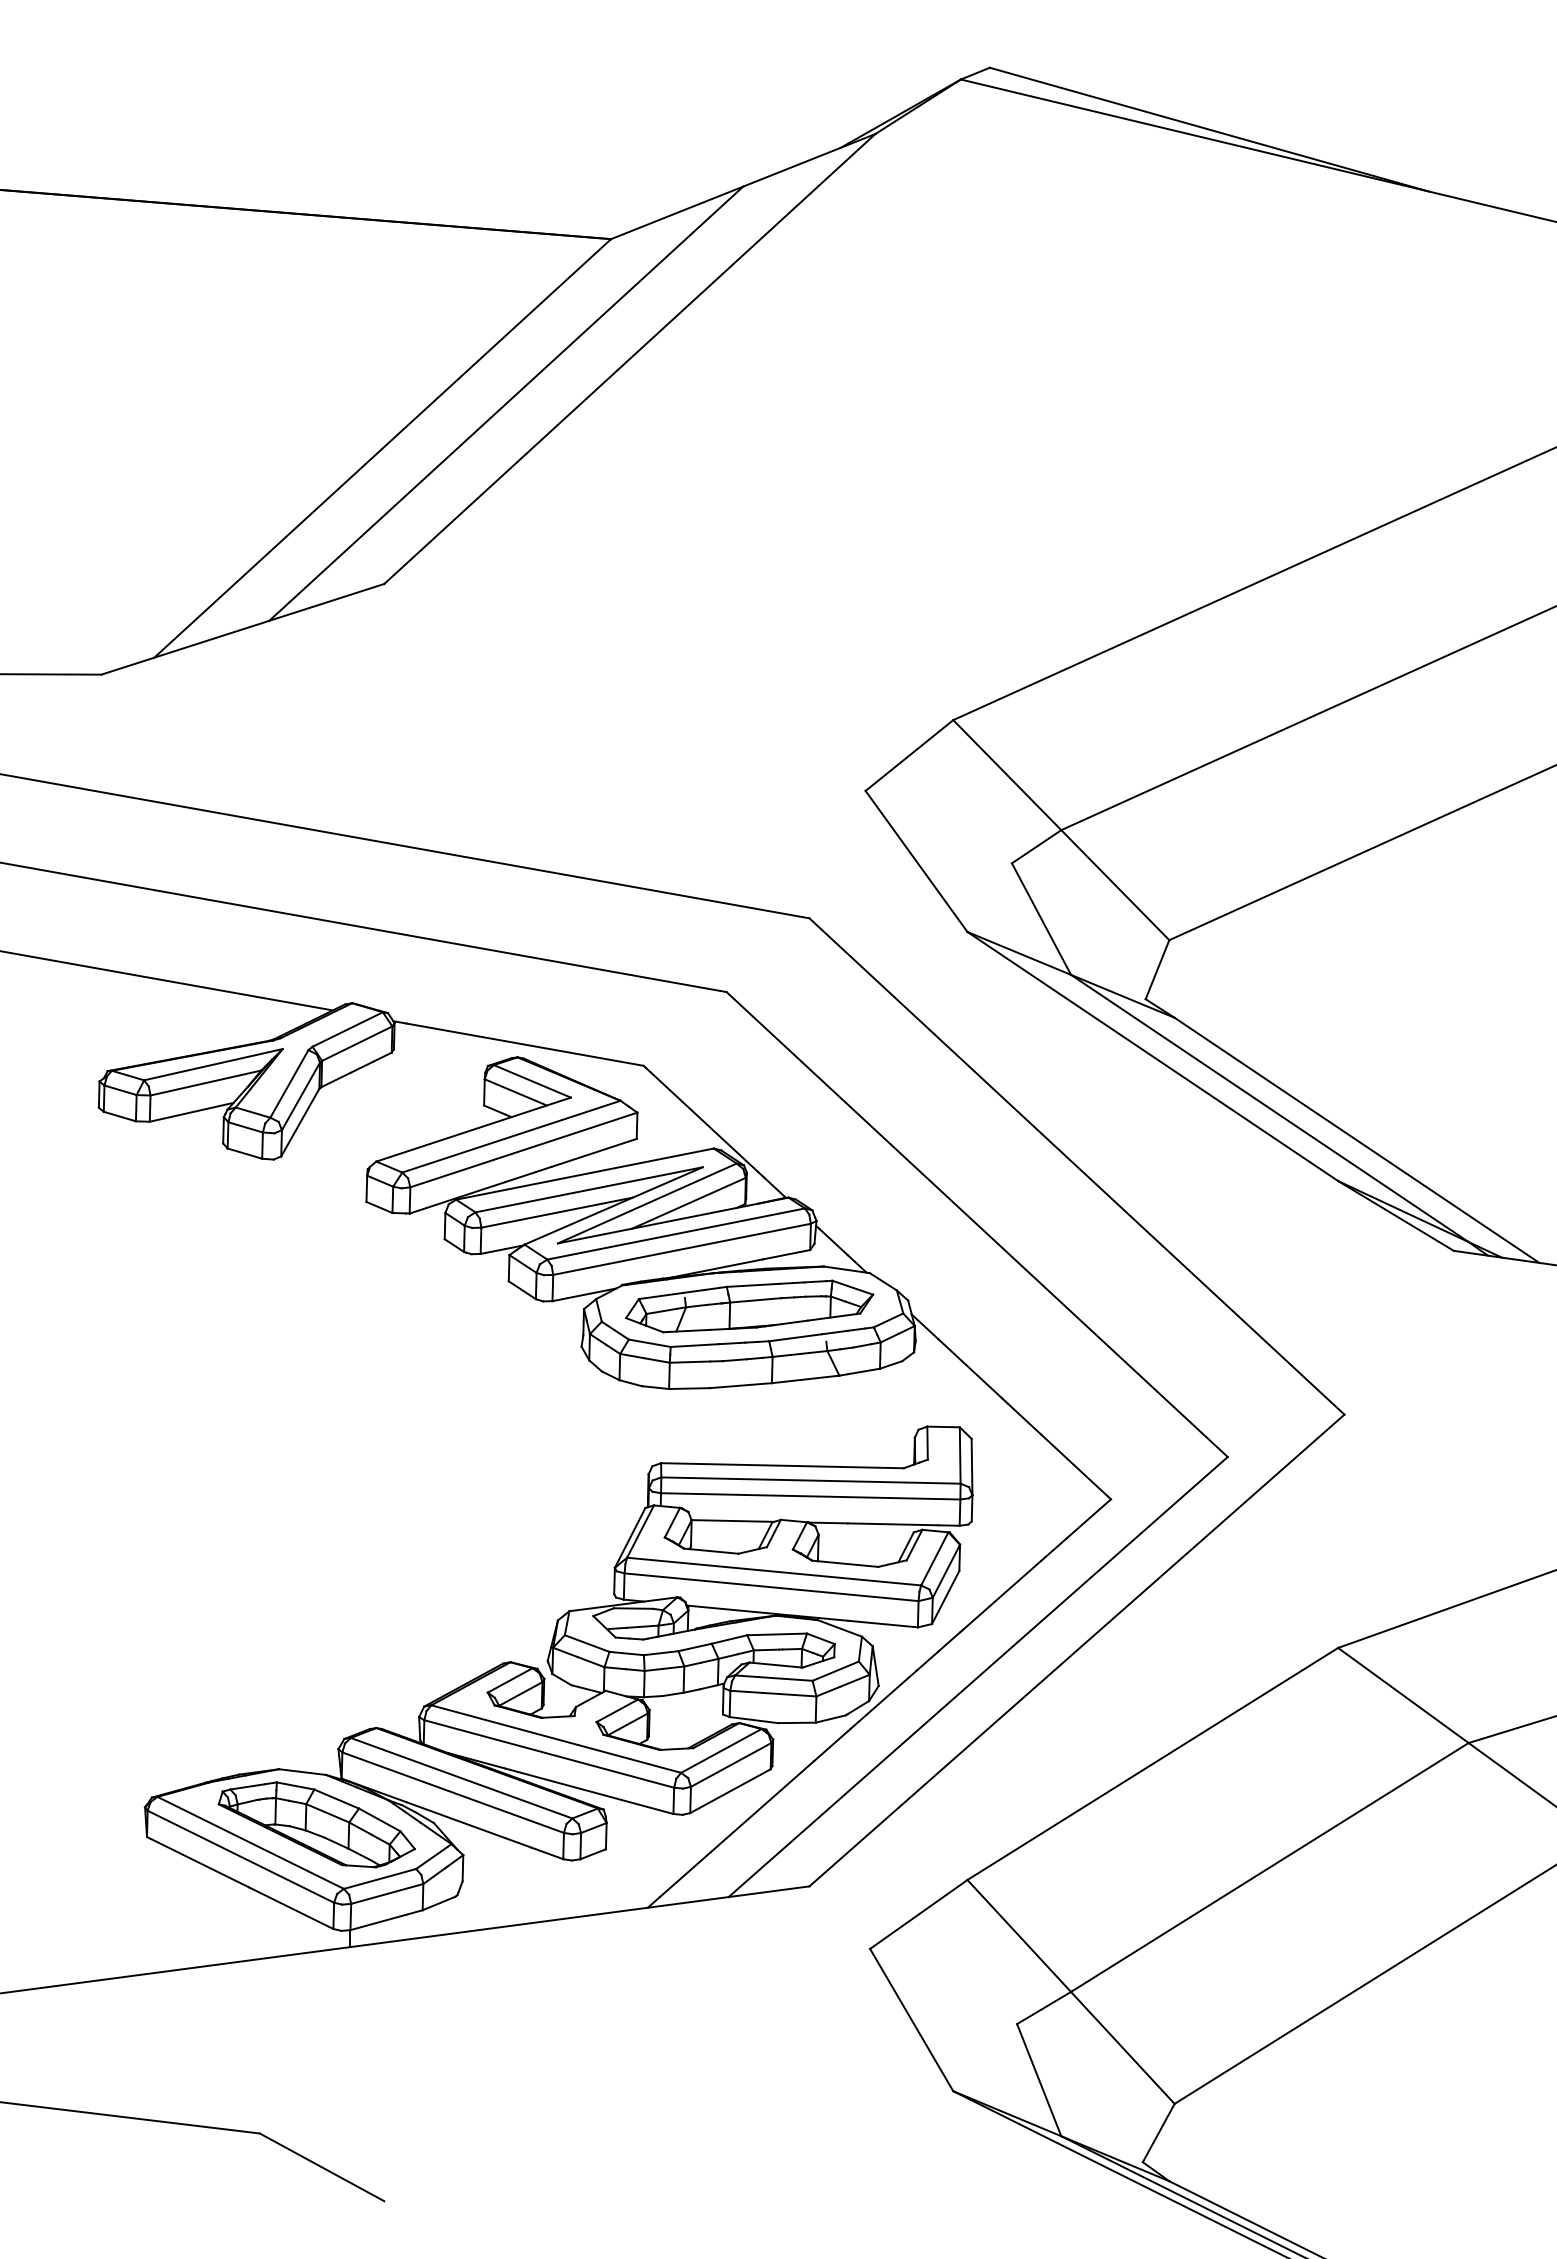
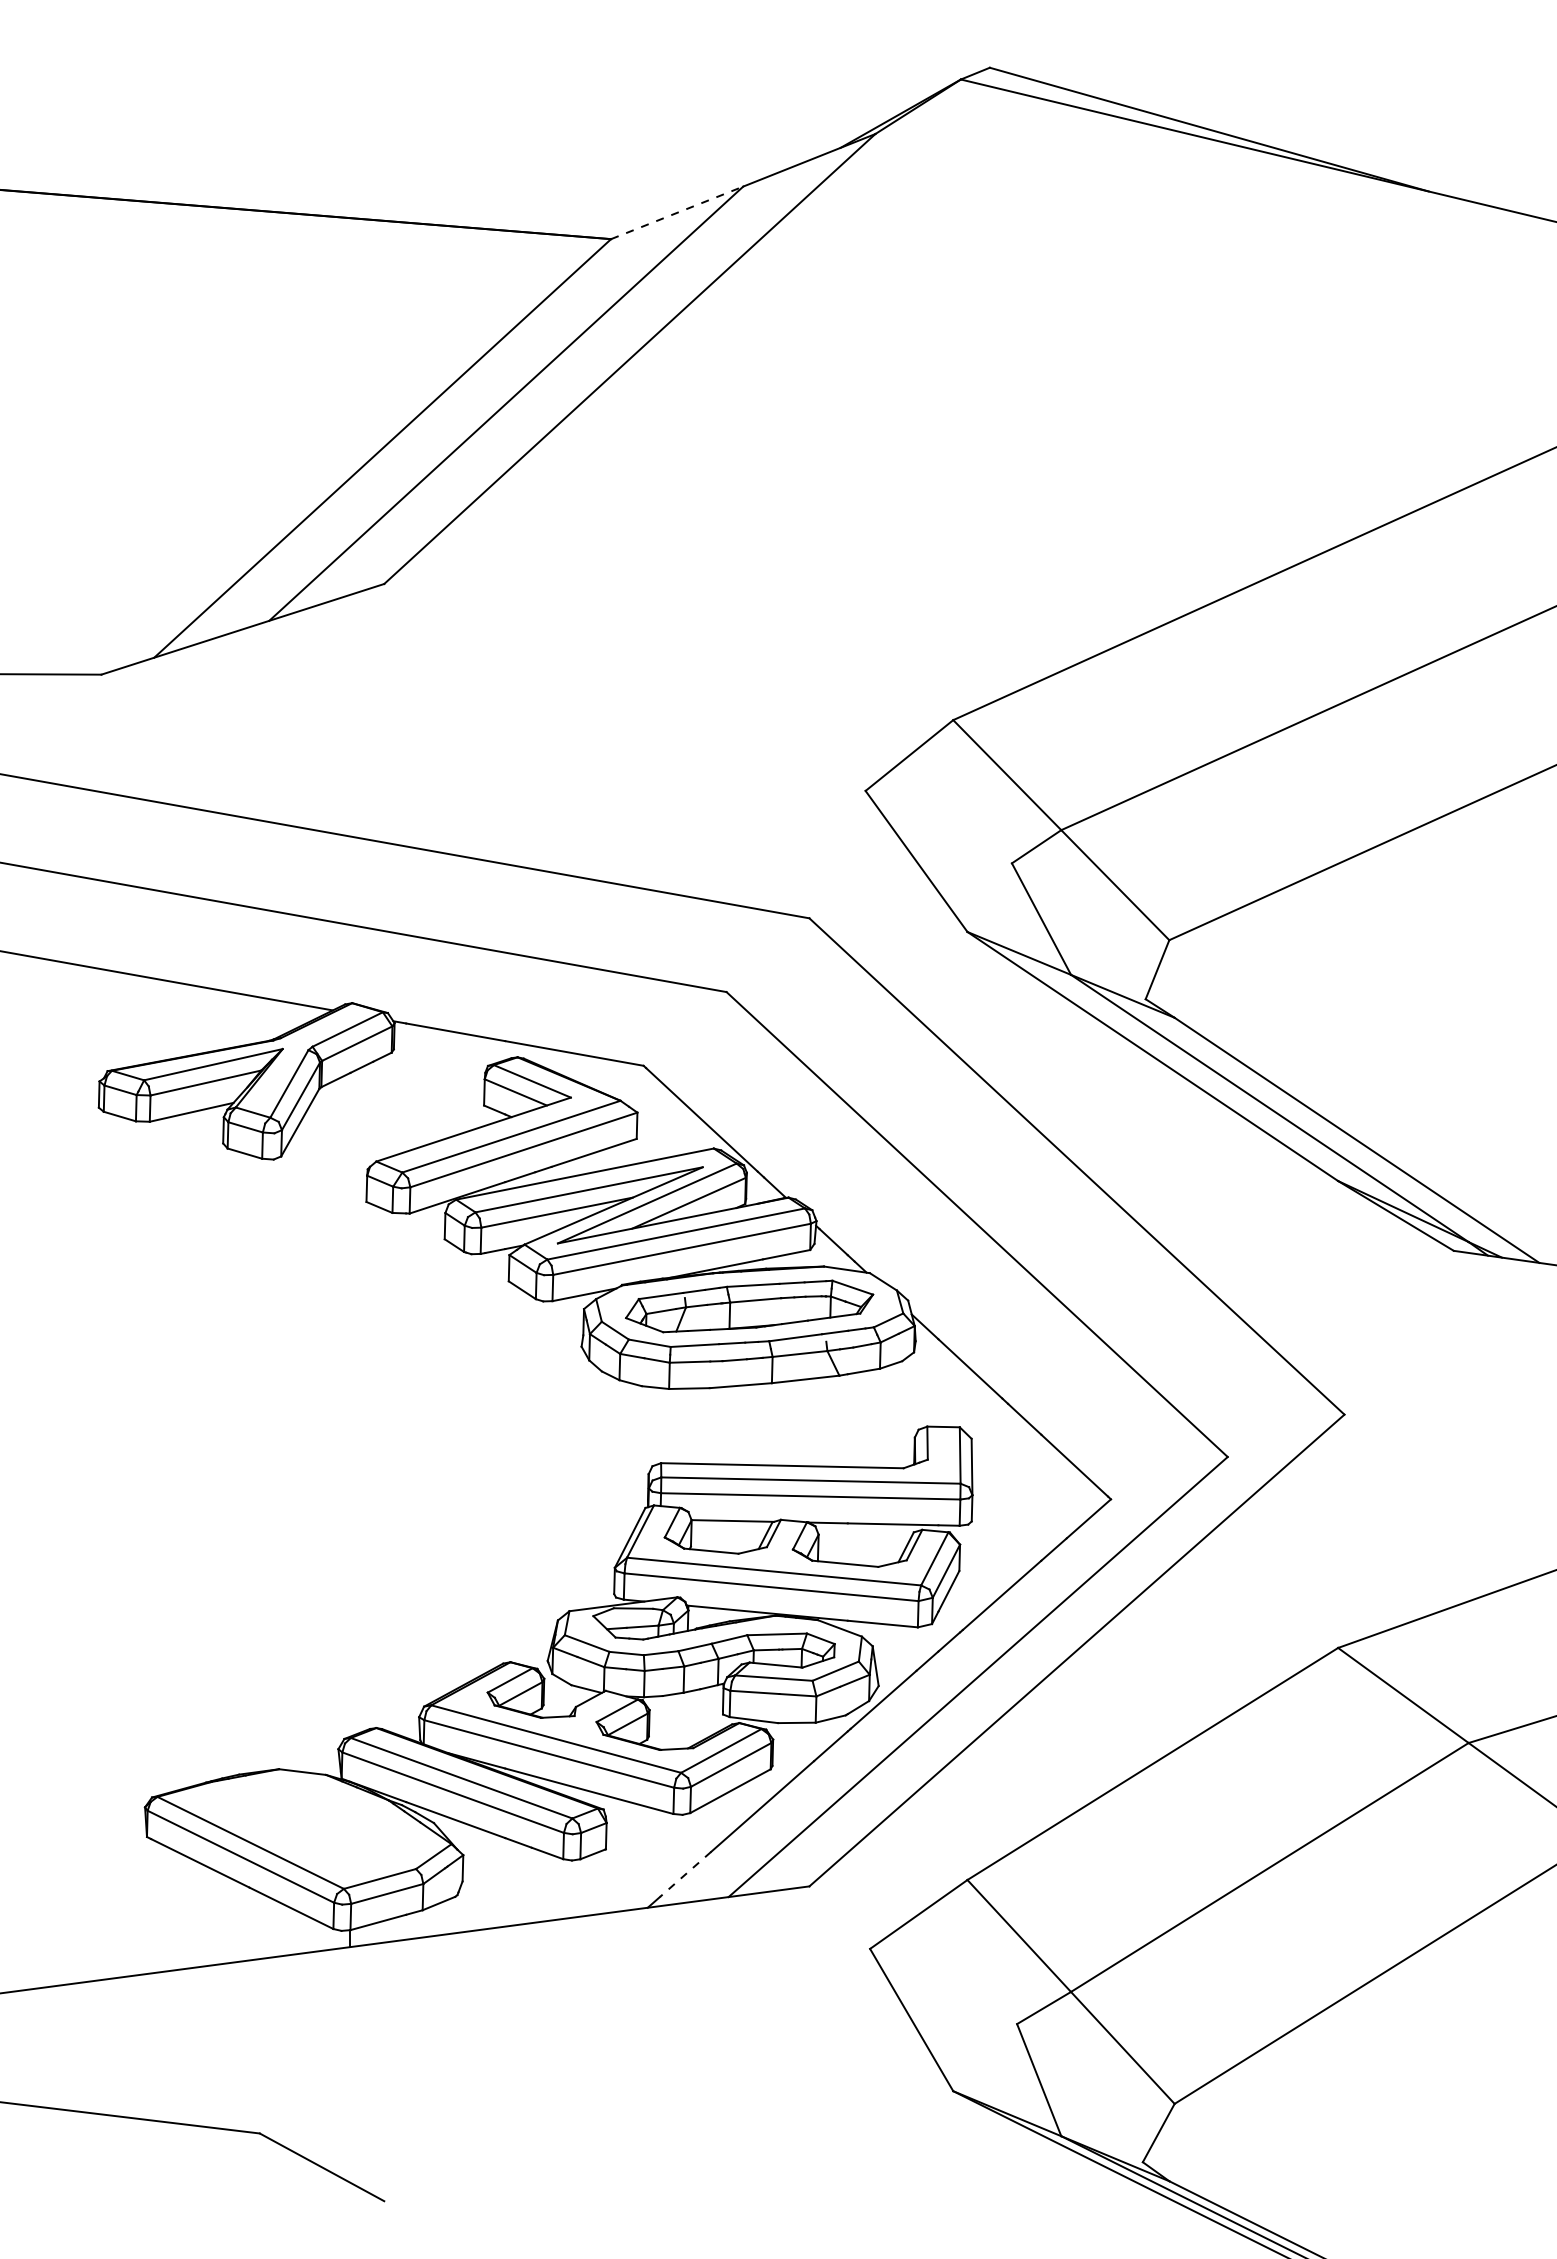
line at (677, 212): solid -> dashed
part at (316, 1824): present -> none
line at (685, 1874): solid -> dashed
